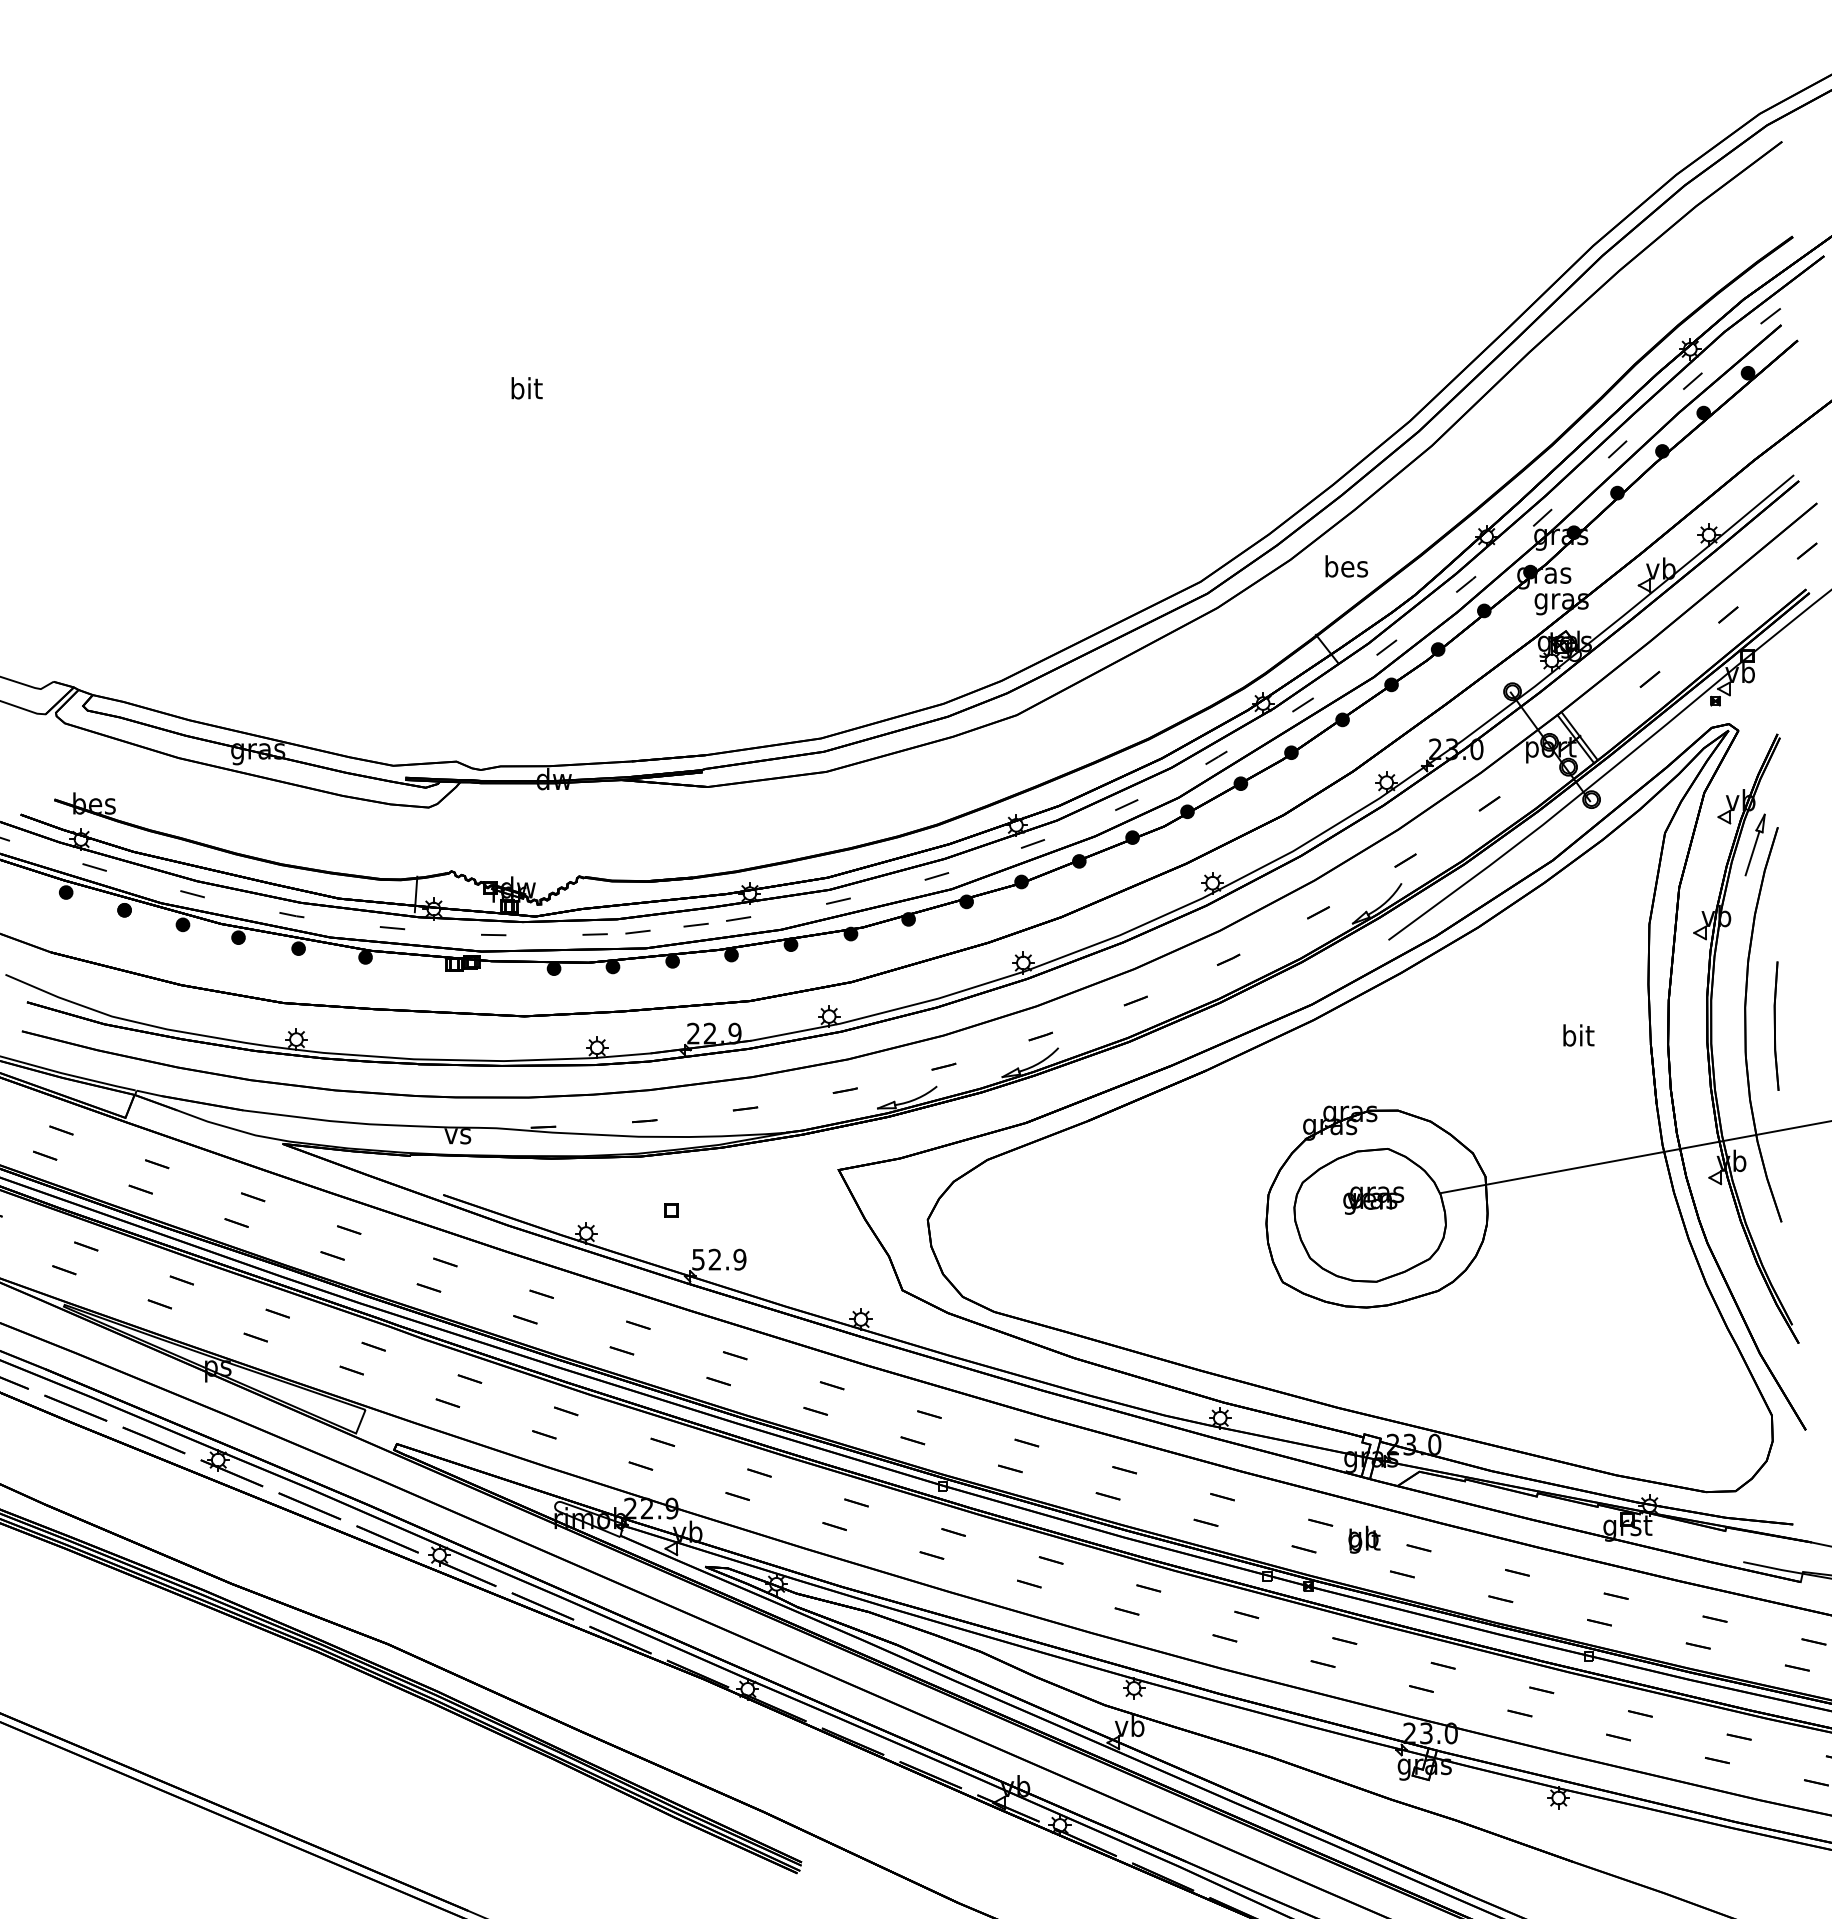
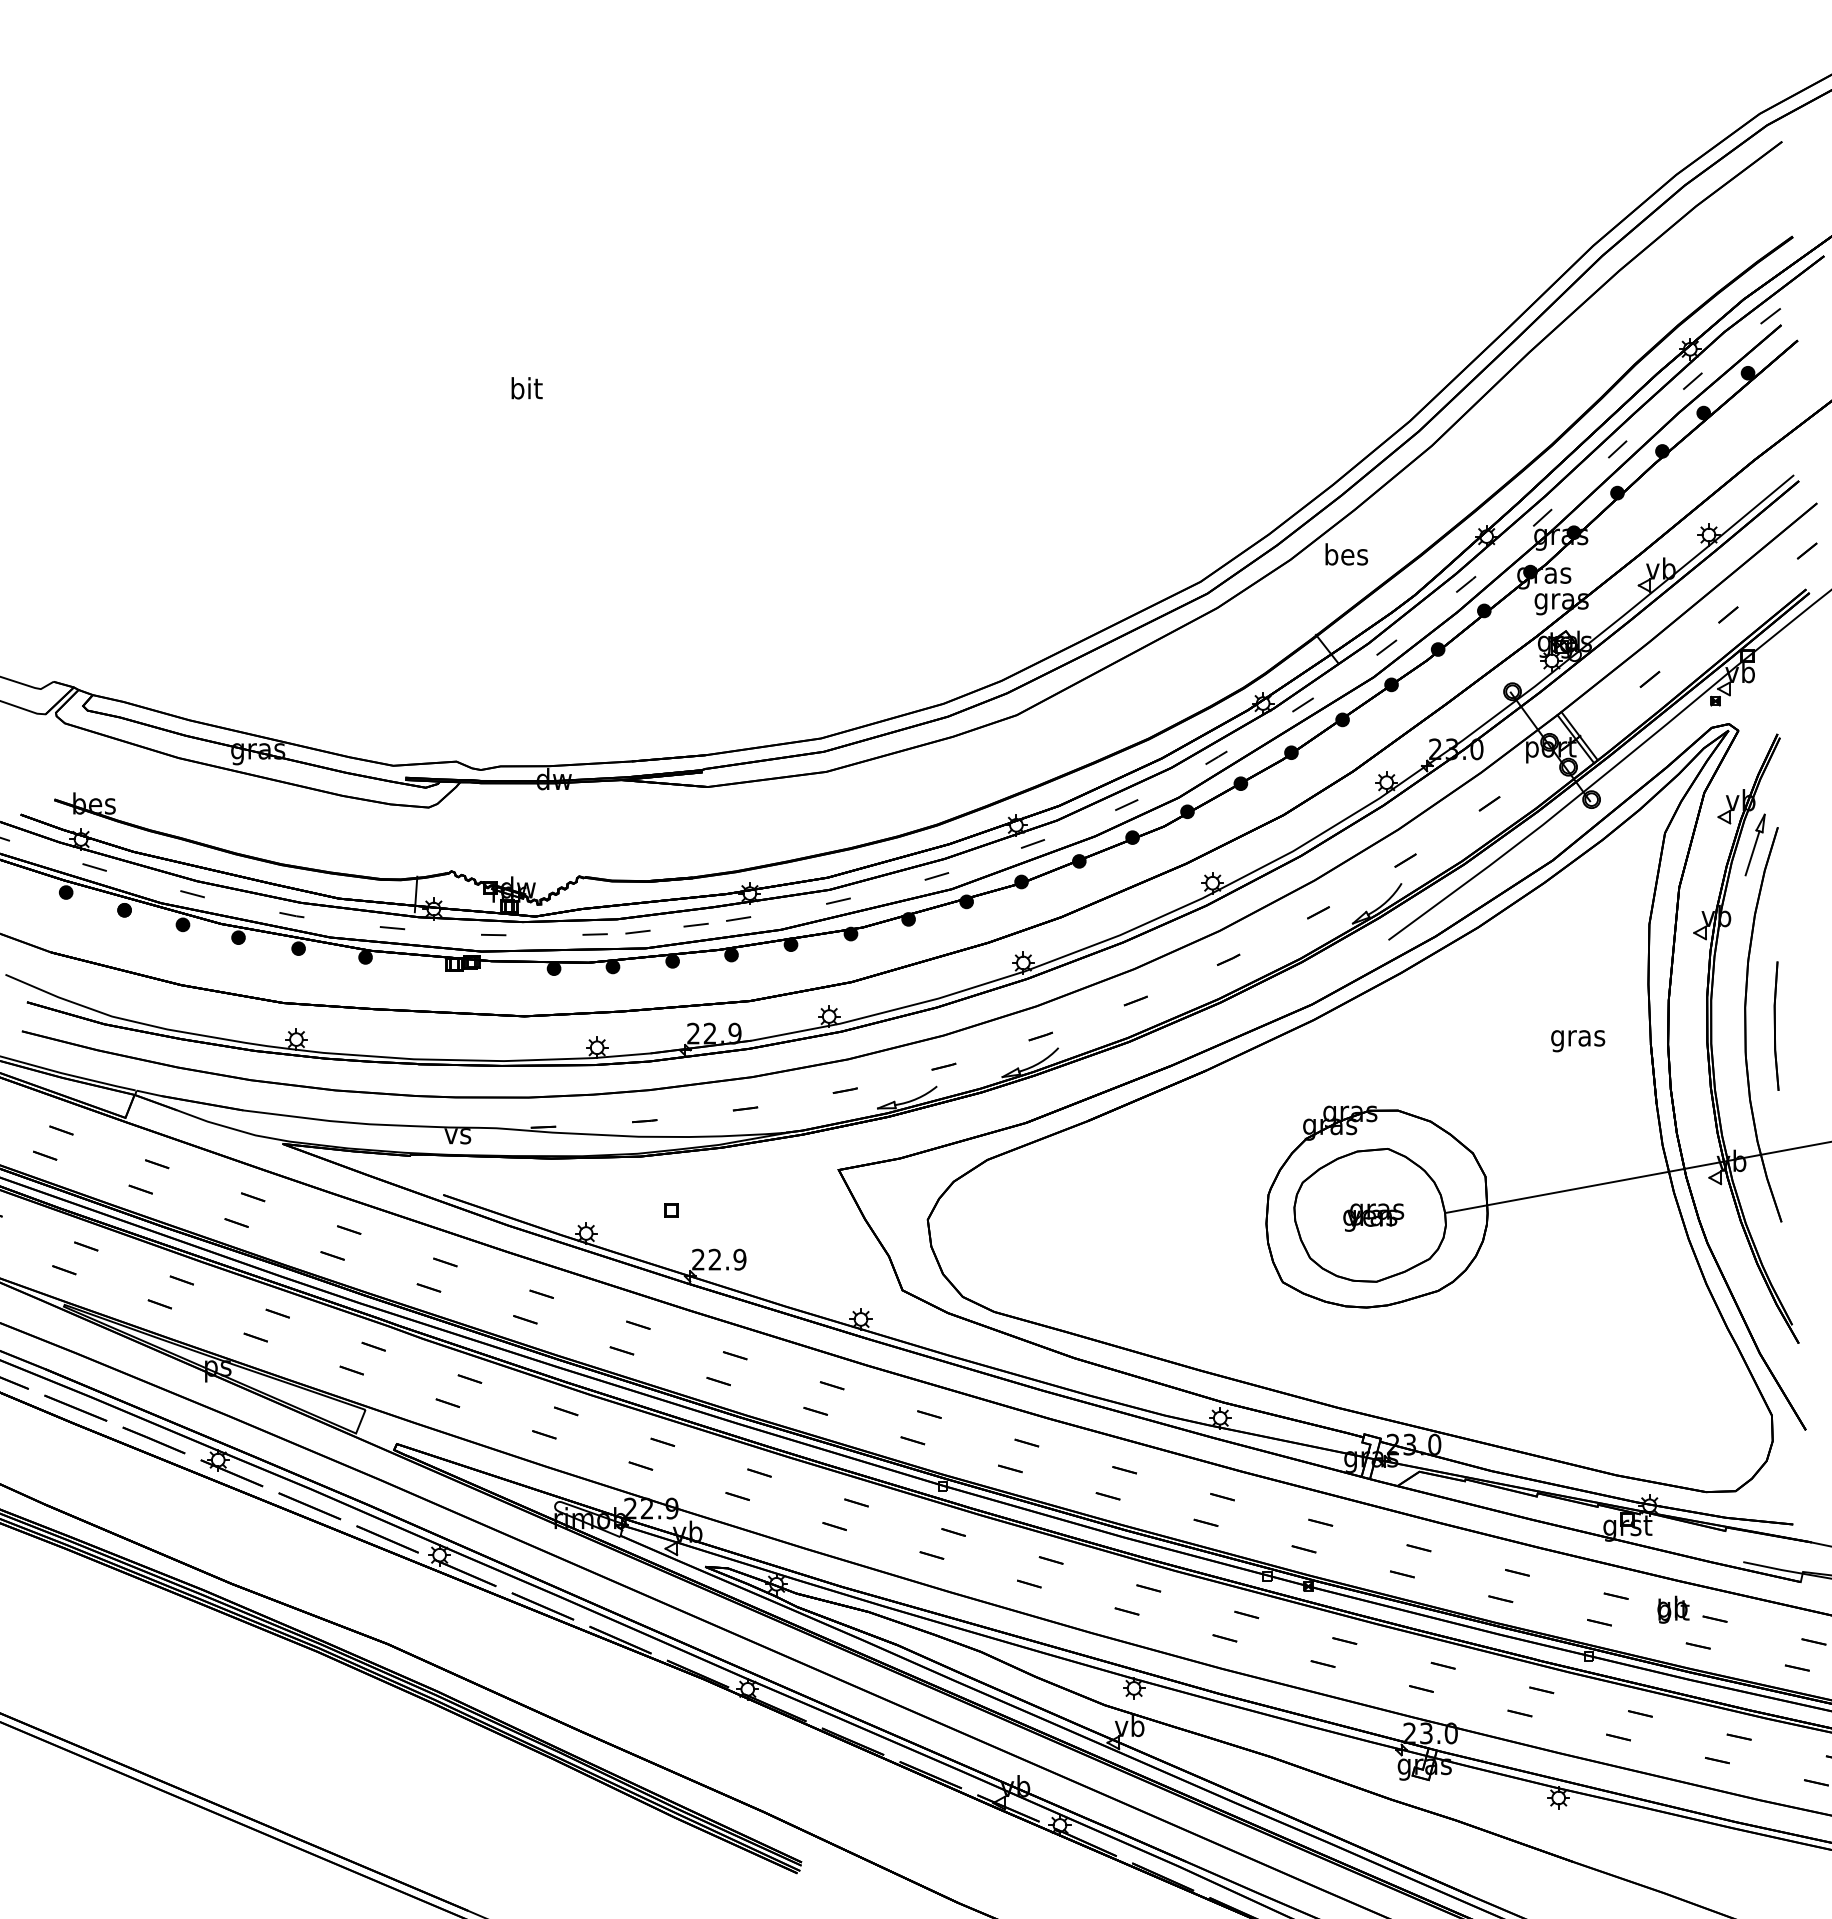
text at (1346, 566) position: (1346, 566) -> (1346, 554)
text at (1578, 1038): bit -> gras
line at (1634, 1157) position: (1634, 1157) -> (1636, 1177)
text at (1373, 1200) position: (1373, 1200) -> (1373, 1217)
text at (698, 1259): 52.9 -> 22.9
text at (1364, 1539) position: (1364, 1539) -> (1673, 1609)
